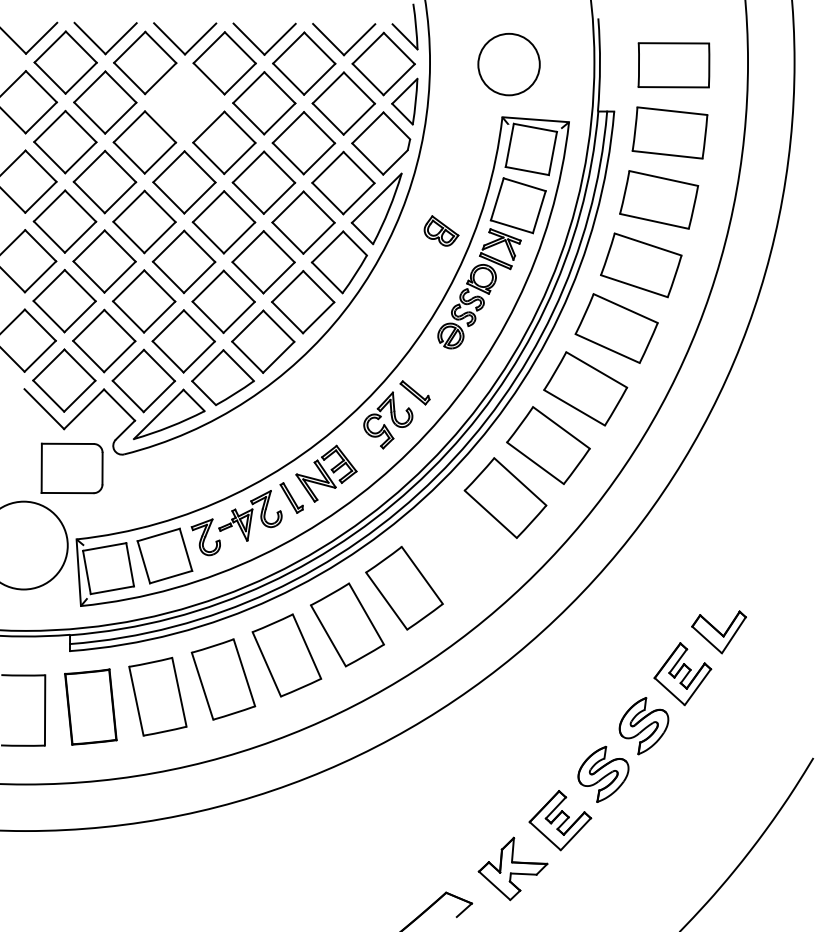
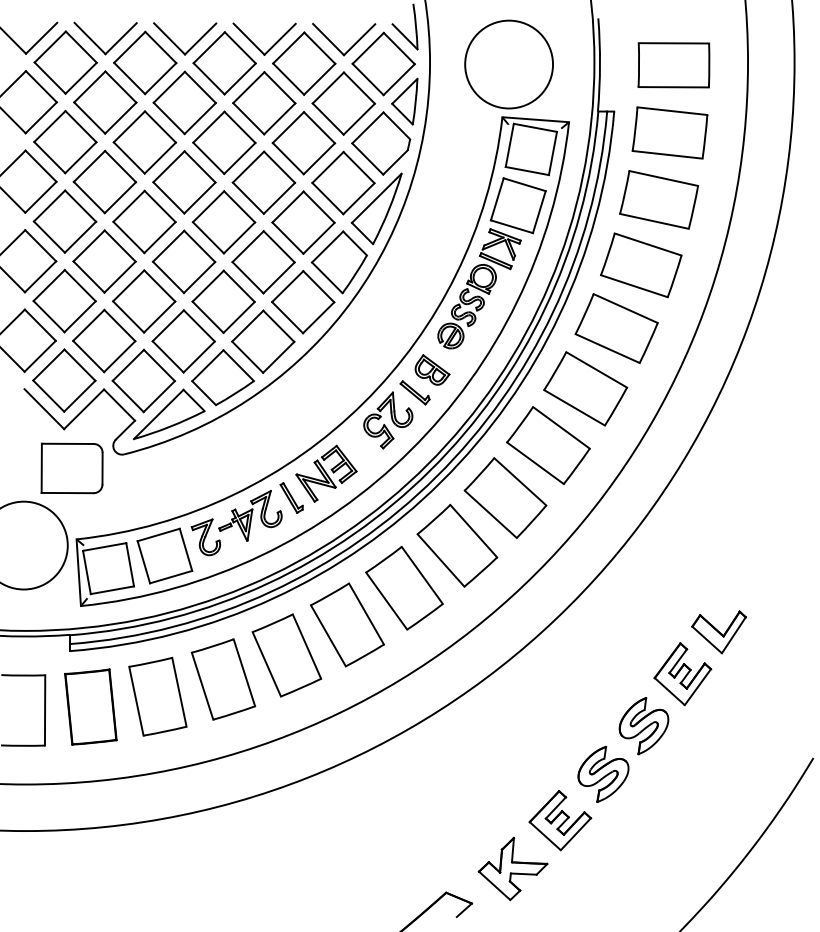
circle at (508, 64) diameter: 61 px -> 88 px
part at (184, 102): none -> present
part at (441, 230) position: (441, 230) -> (432, 369)
part at (457, 545): none -> present
